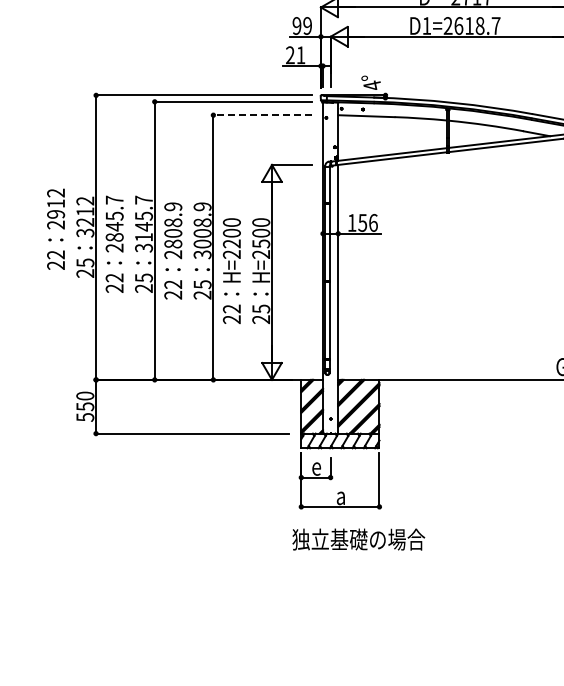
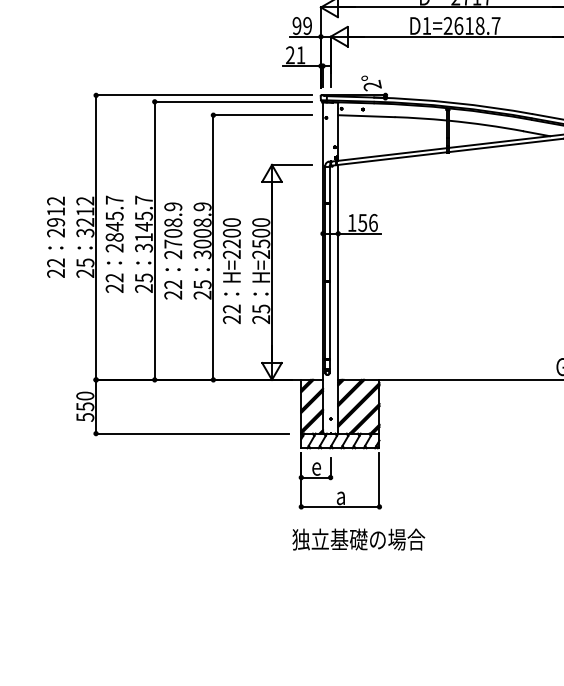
text at (372, 85): 4° -> 2°
line at (262, 115): dashed -> solid
text at (56, 228) position: (56, 228) -> (56, 236)
text at (173, 243): 2808.9 -> 2708.9
